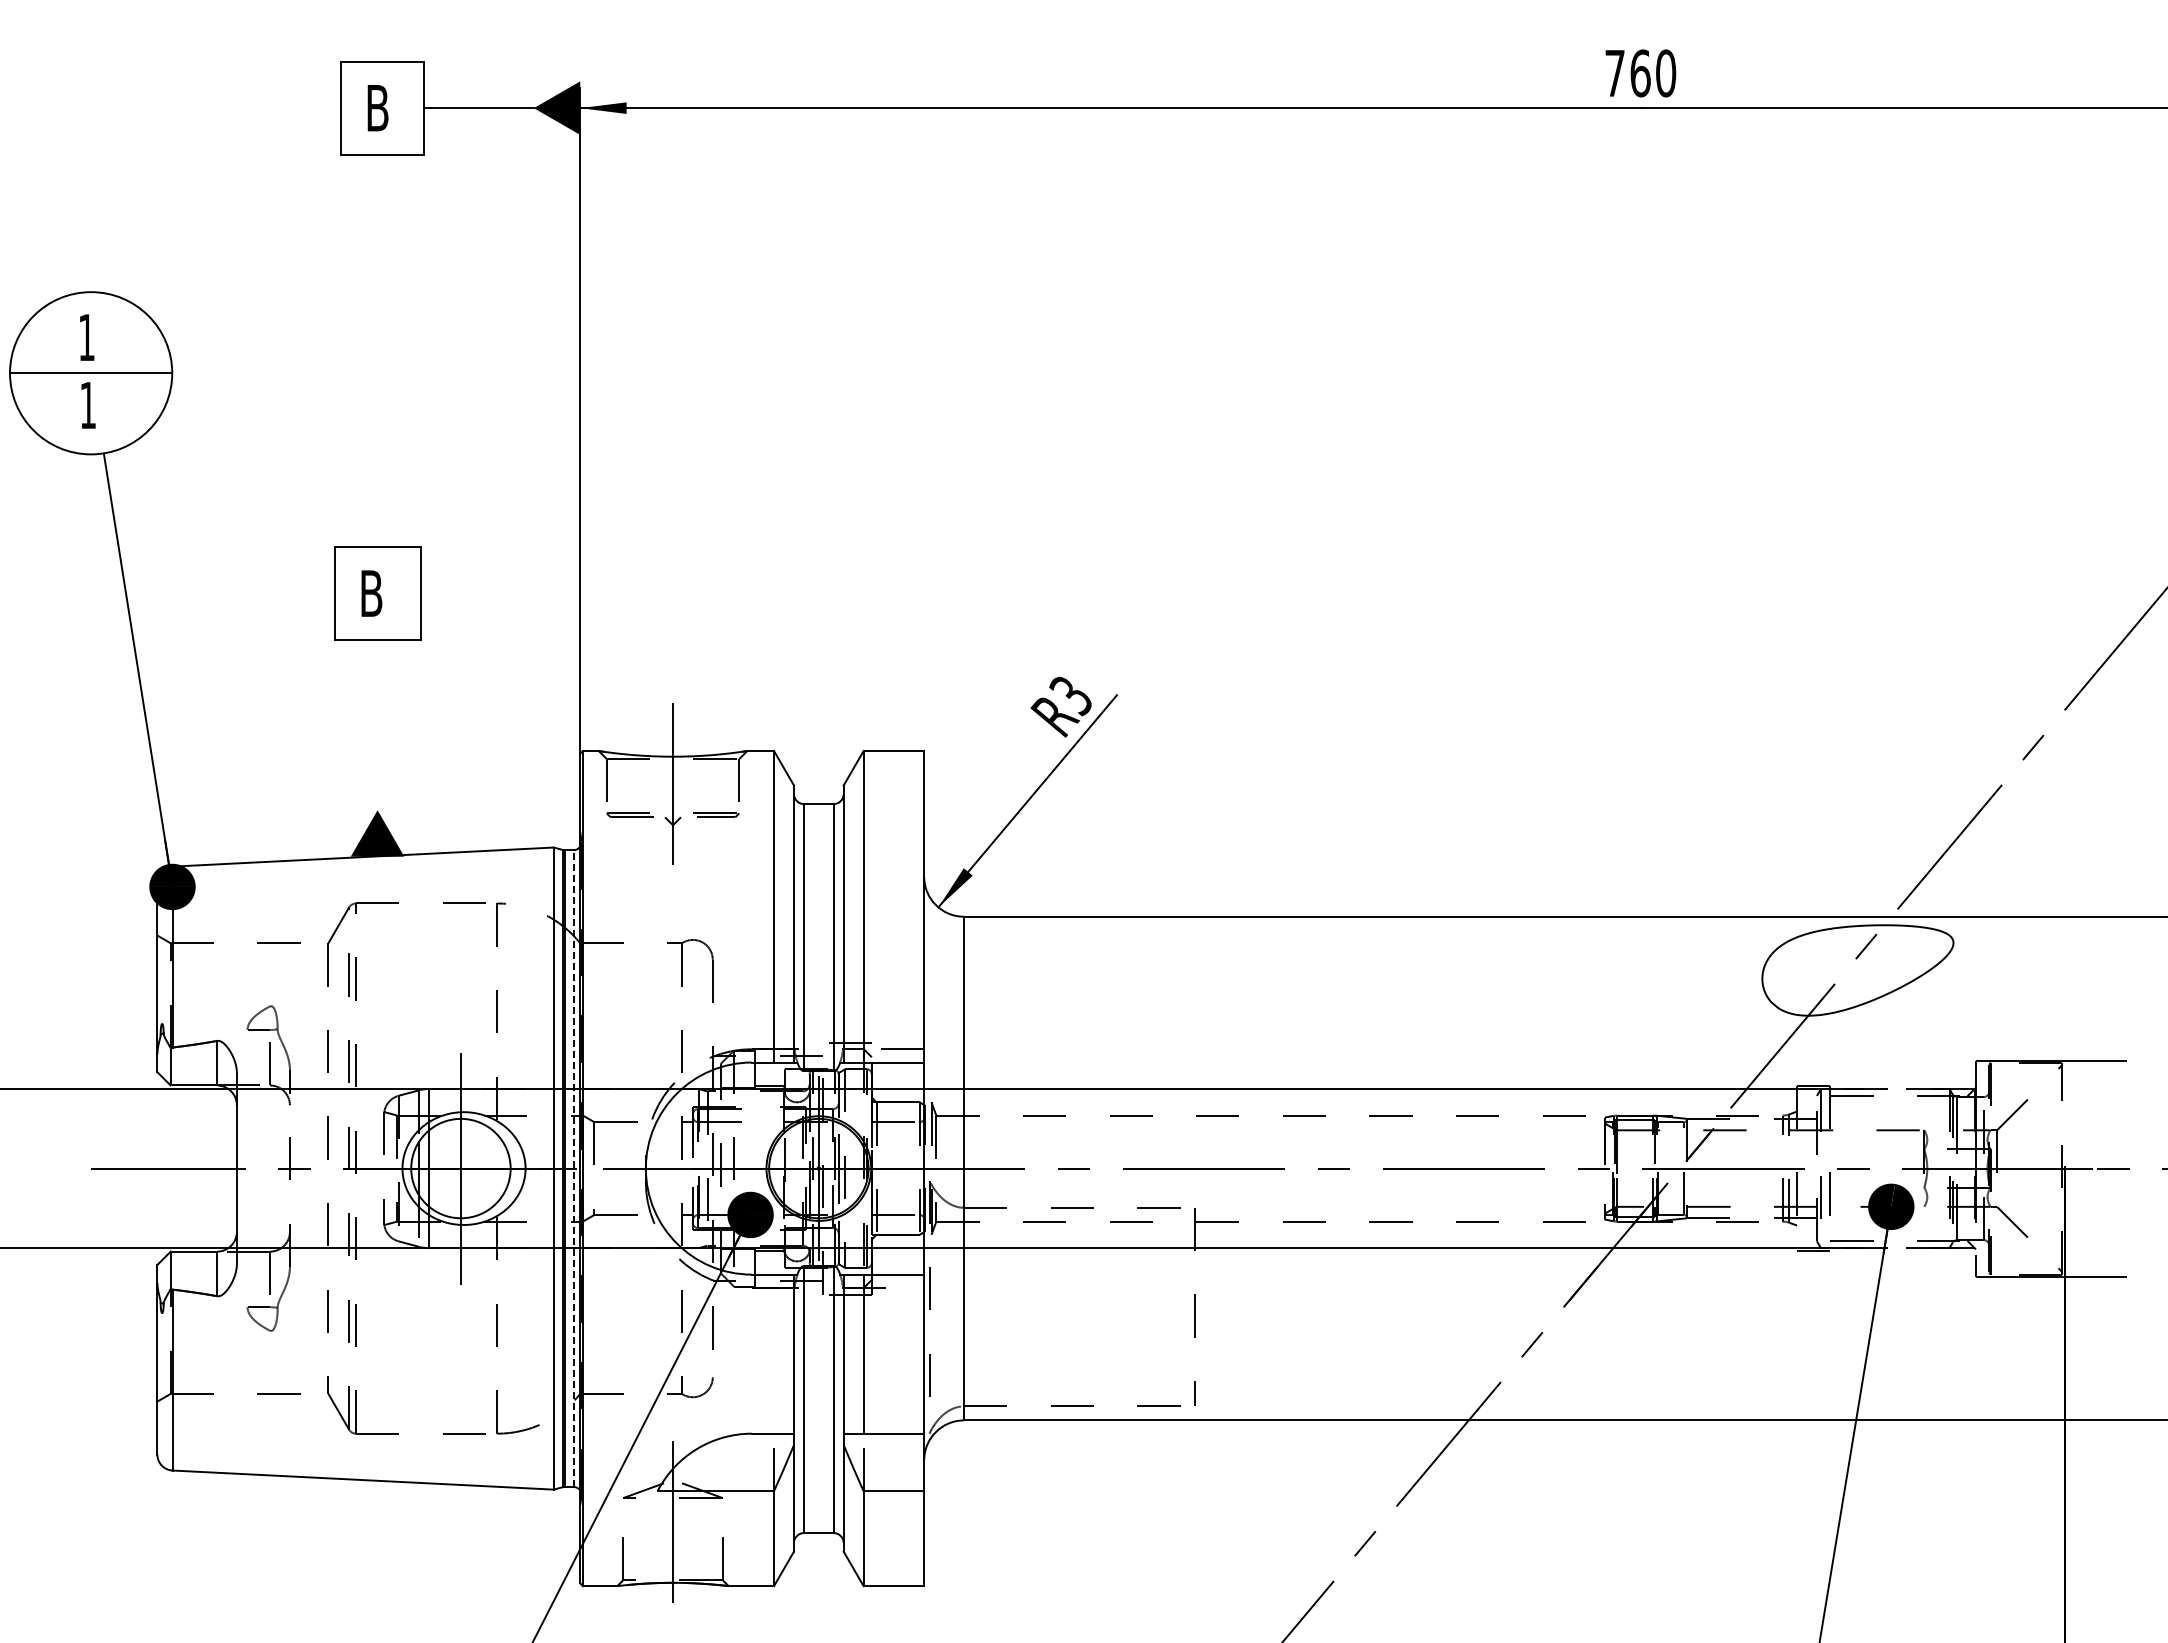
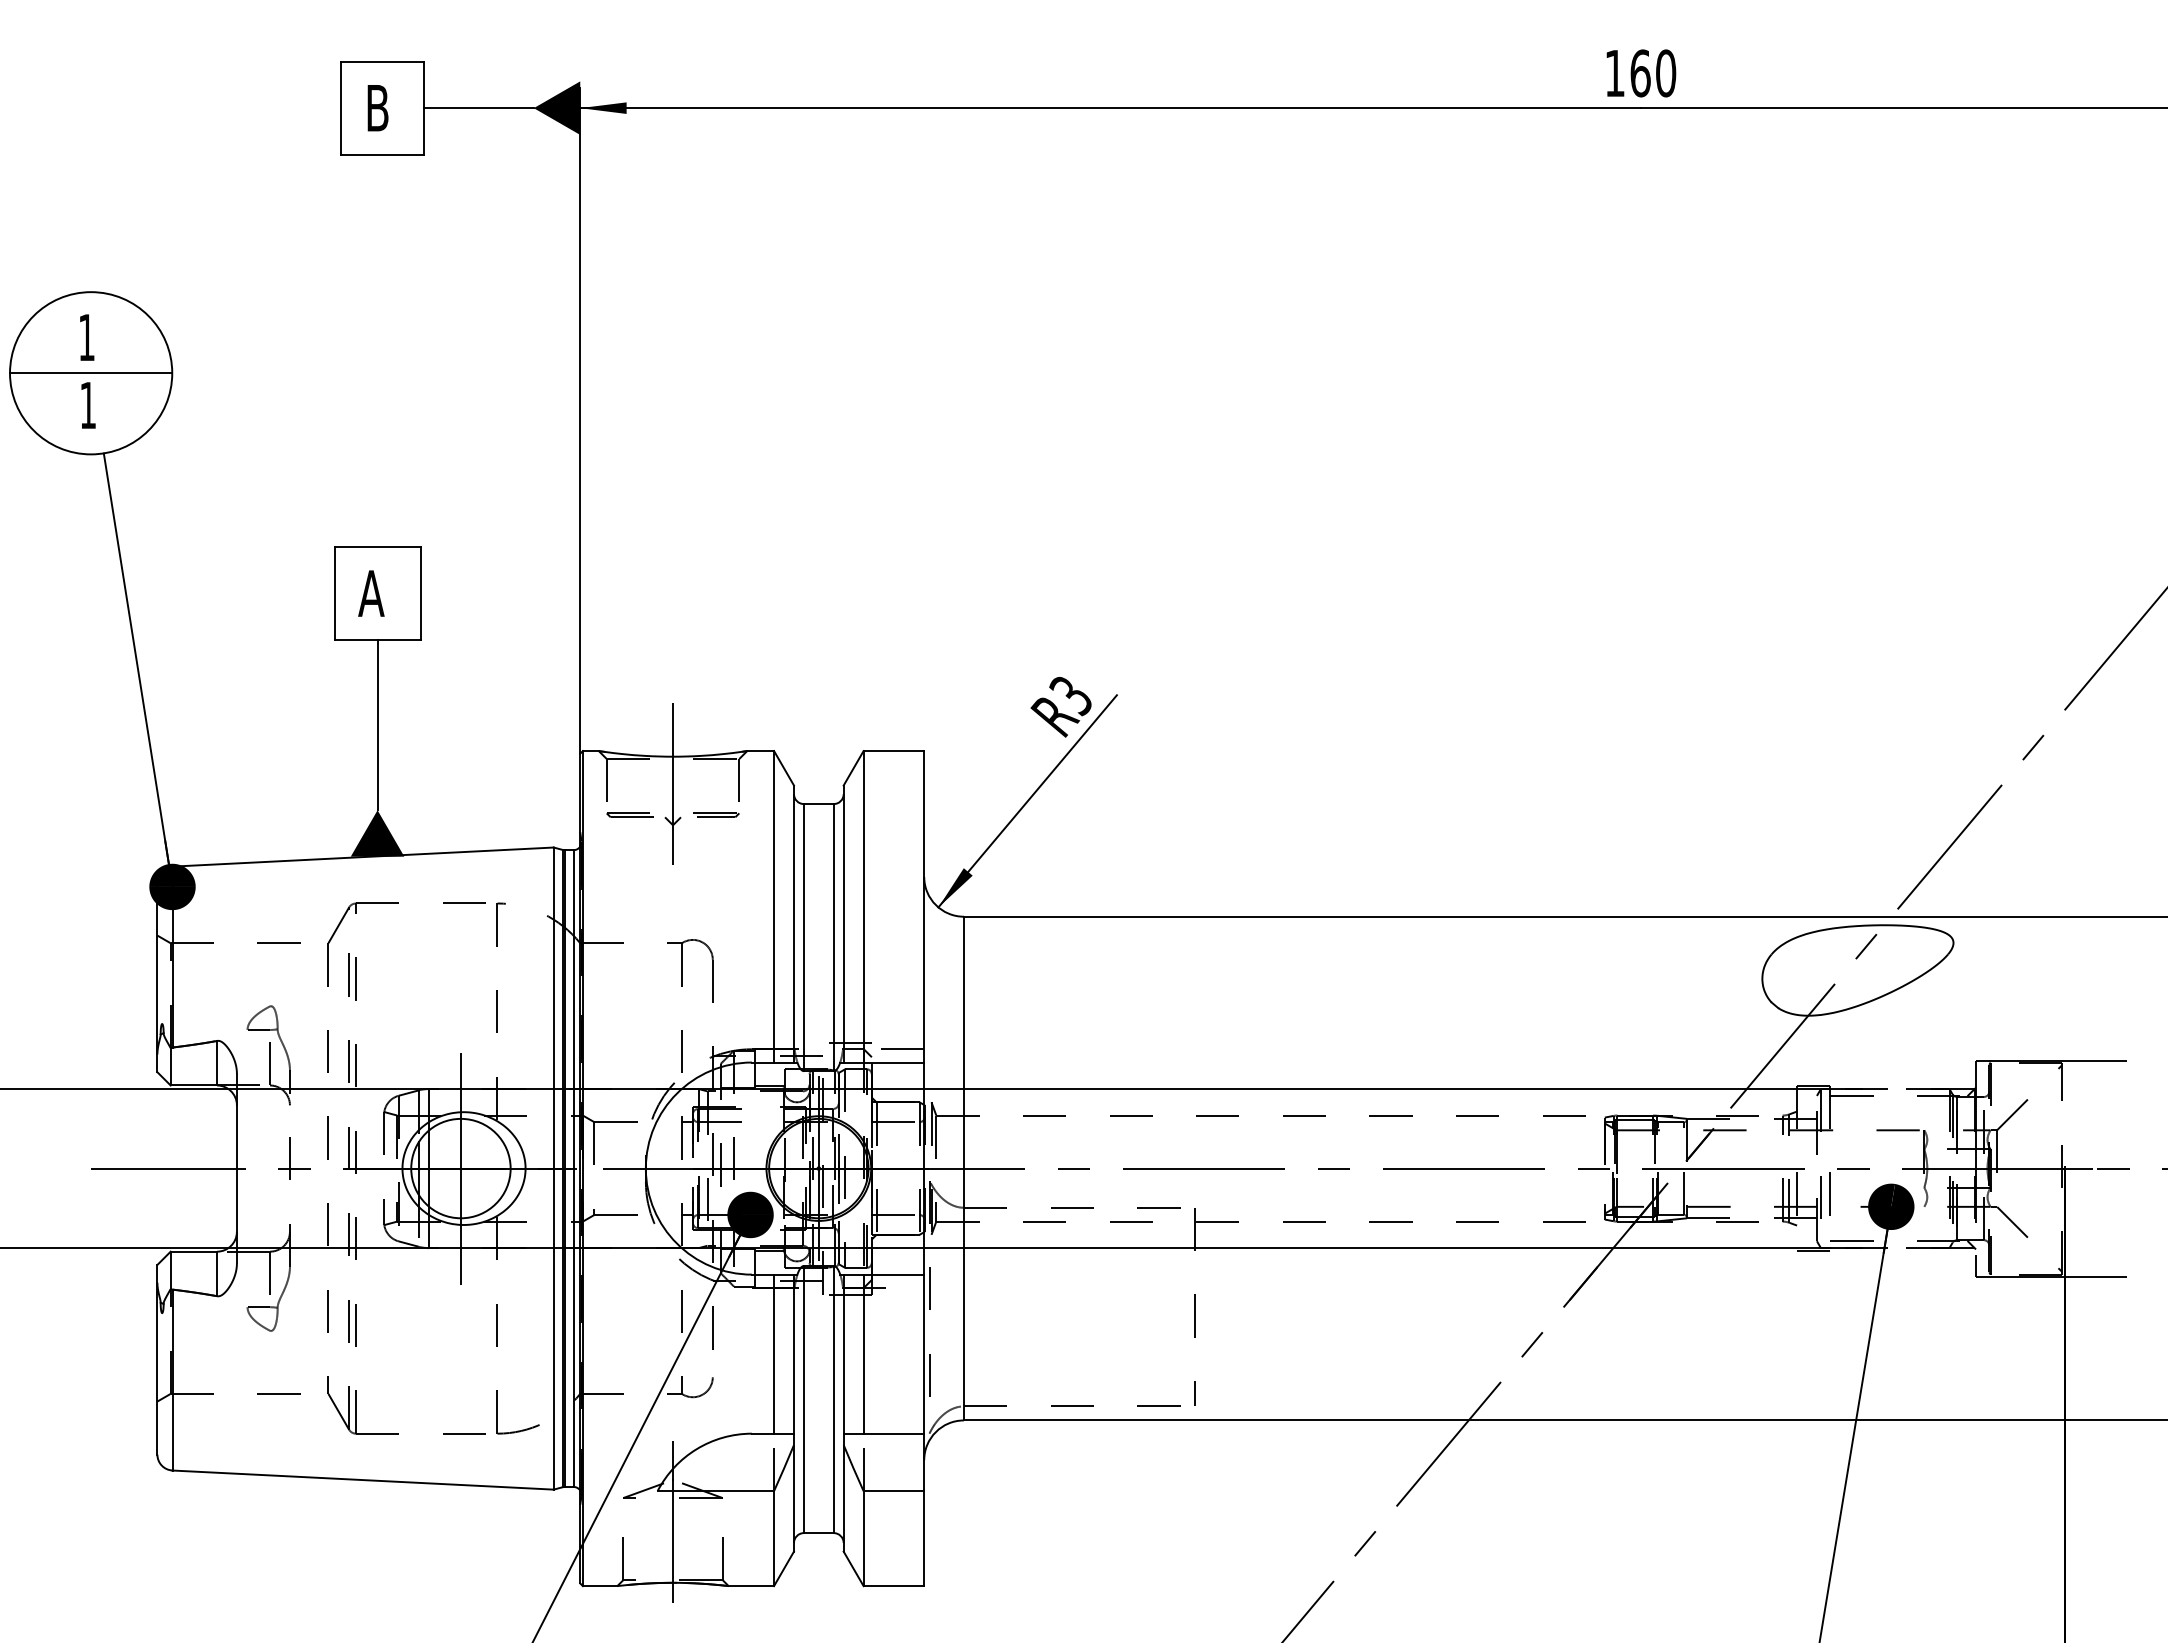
text at (1614, 73): 760 -> 160
text at (371, 593): B -> A
line at (377, 725): none -> present
line at (573, 1168): dashed -> solid
line at (774, 1353): none -> present
